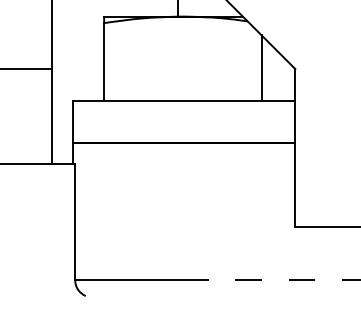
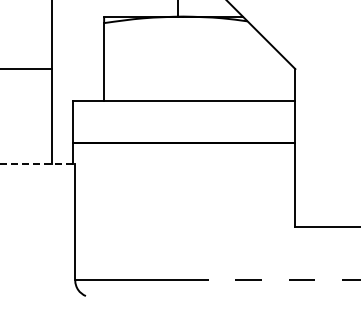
line at (261, 67): present -> none
line at (38, 163): solid -> dashed
